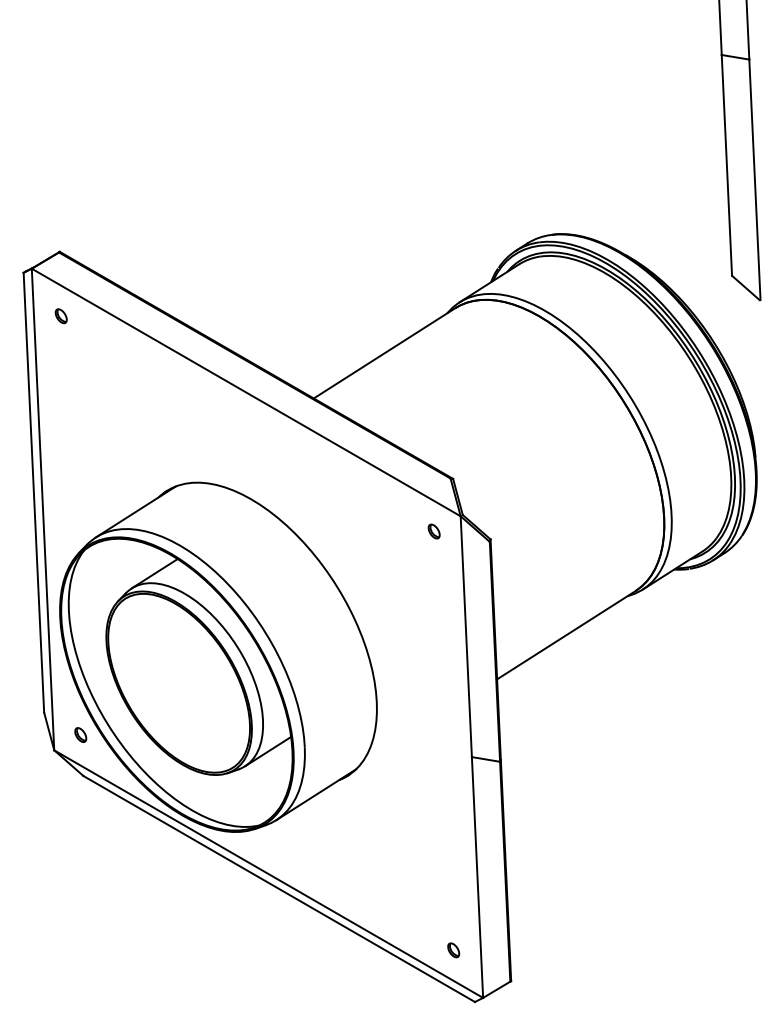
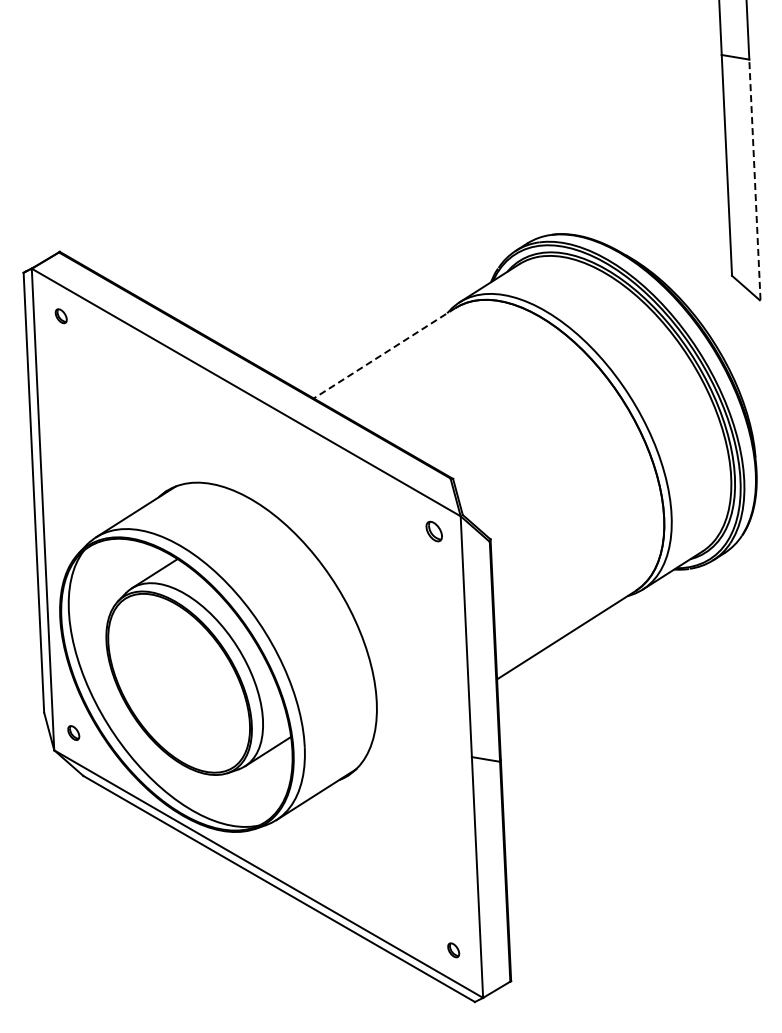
line at (754, 179): solid -> dashed
line at (384, 353): solid -> dashed
part at (433, 531) size: 14x17 px -> 18x23 px
part at (80, 734) position: (80, 734) -> (73, 732)
